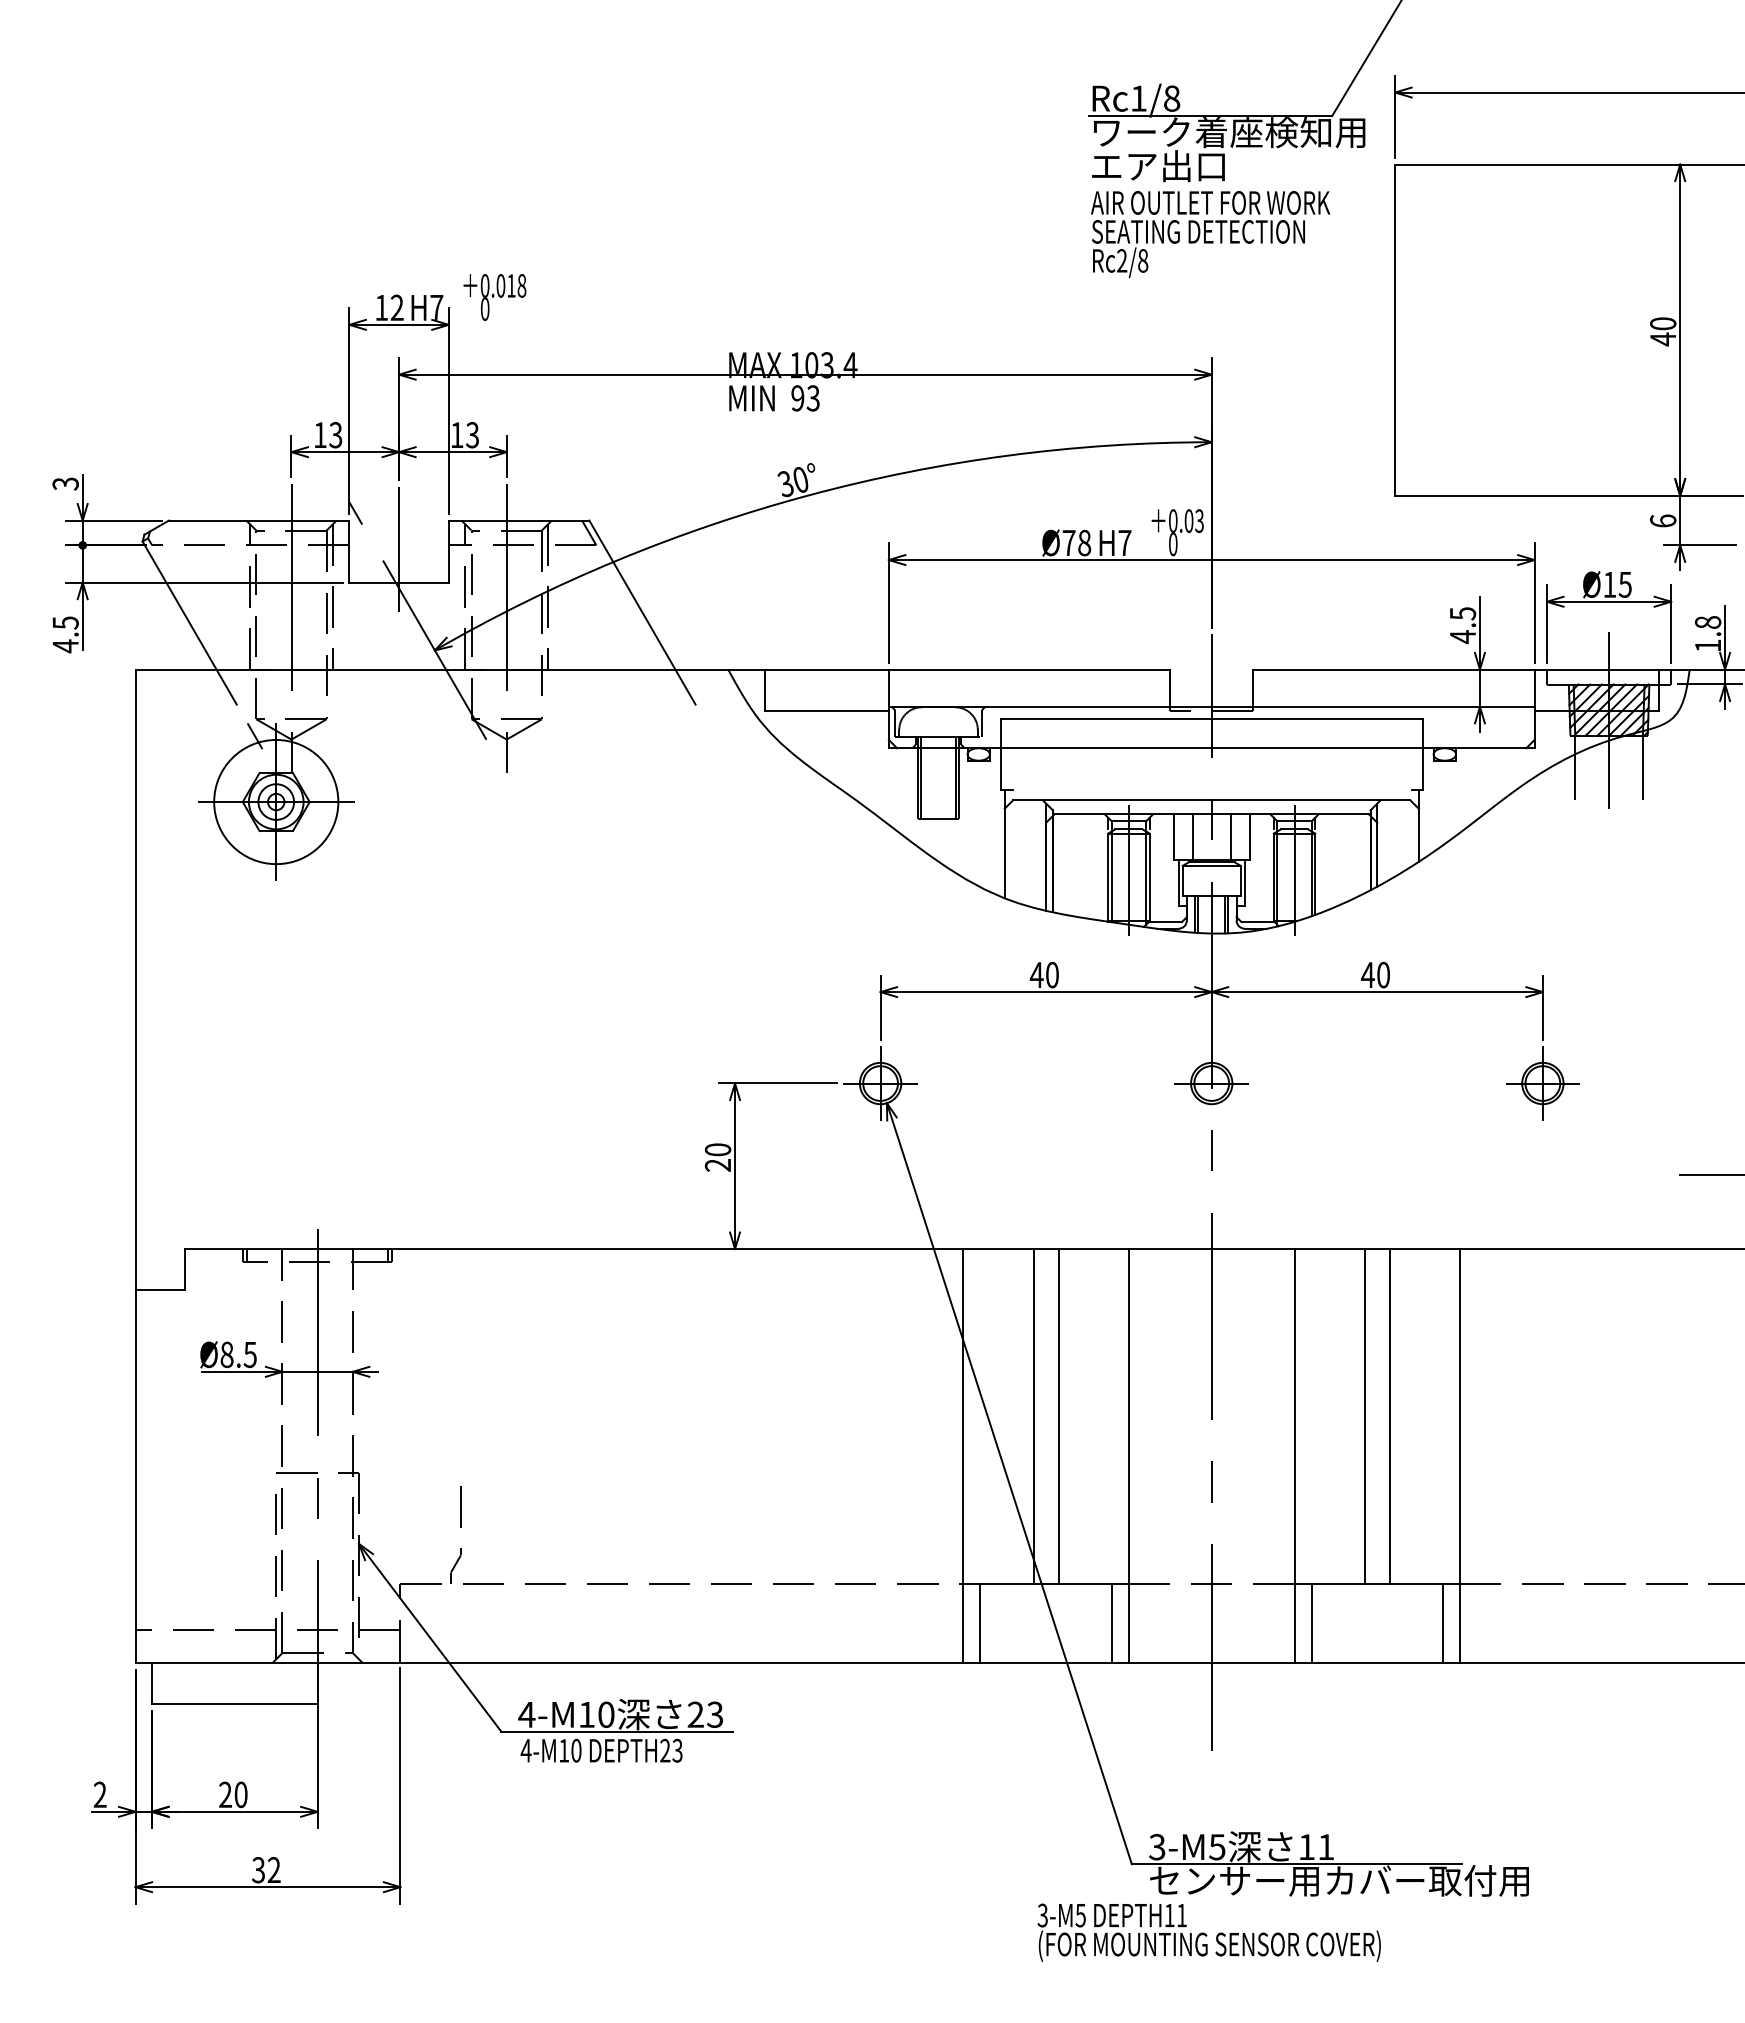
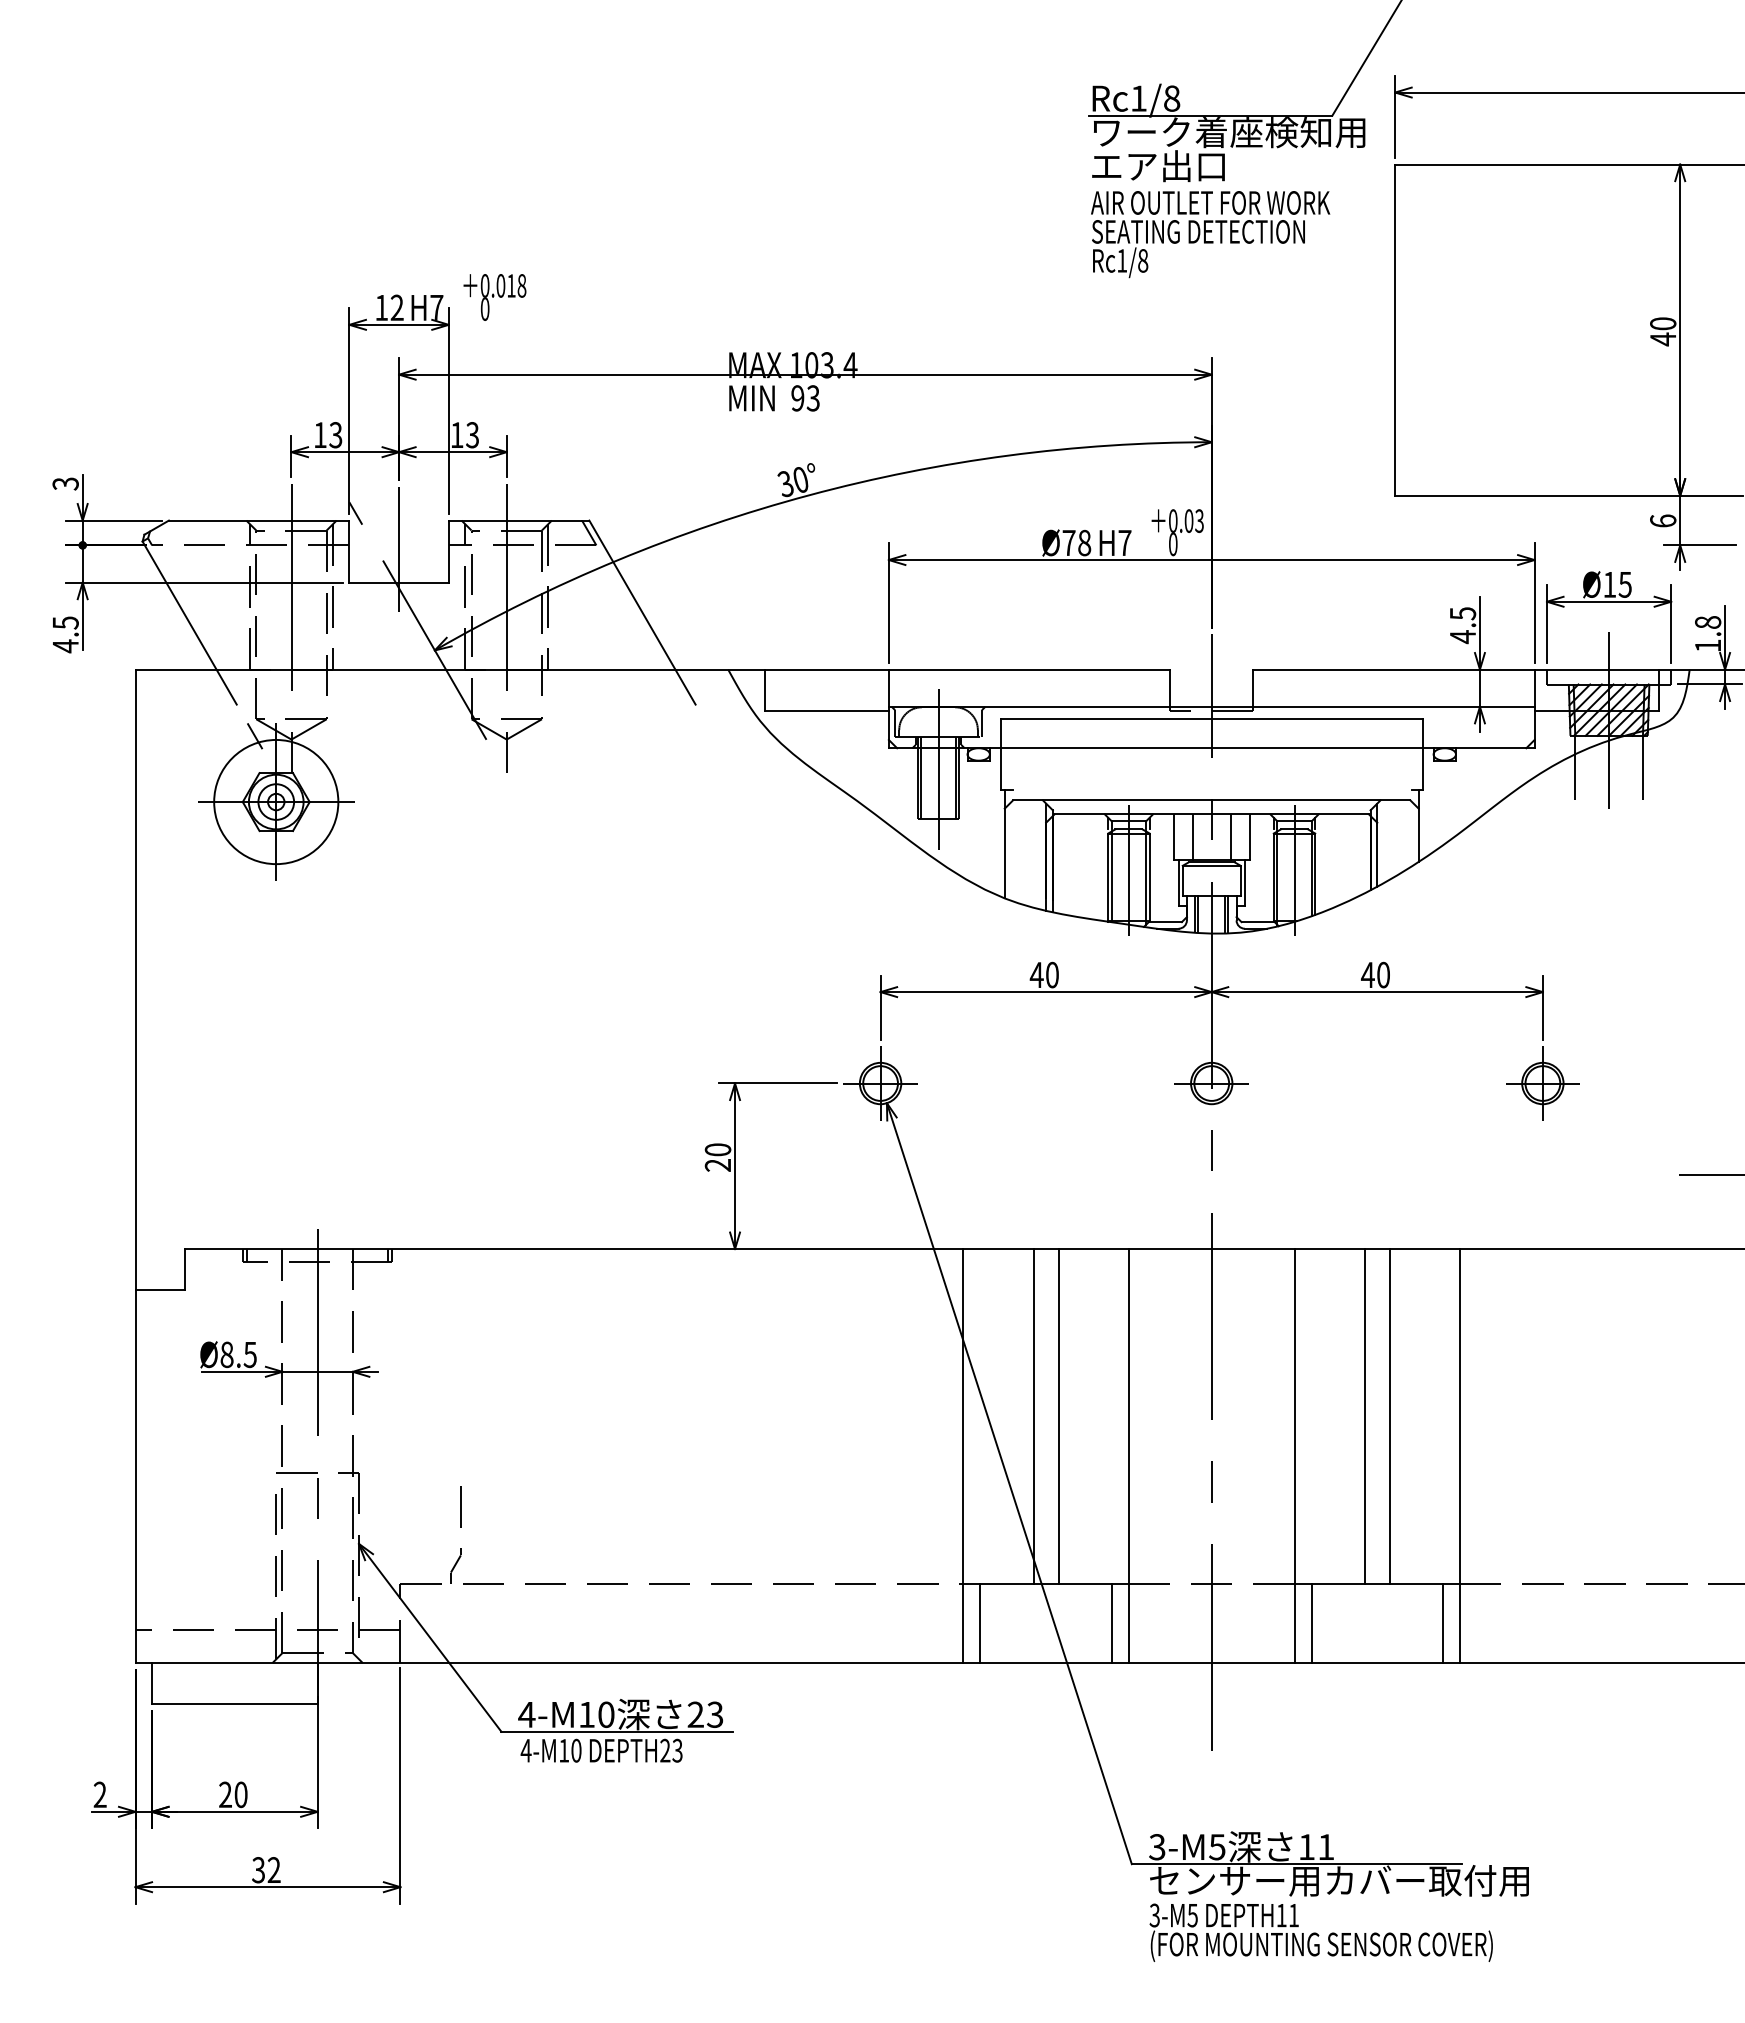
text at (1122, 260): Rc2/8 -> Rc1/8
line at (938, 769): none -> present
text at (1208, 1932) position: (1208, 1932) -> (1320, 1932)
